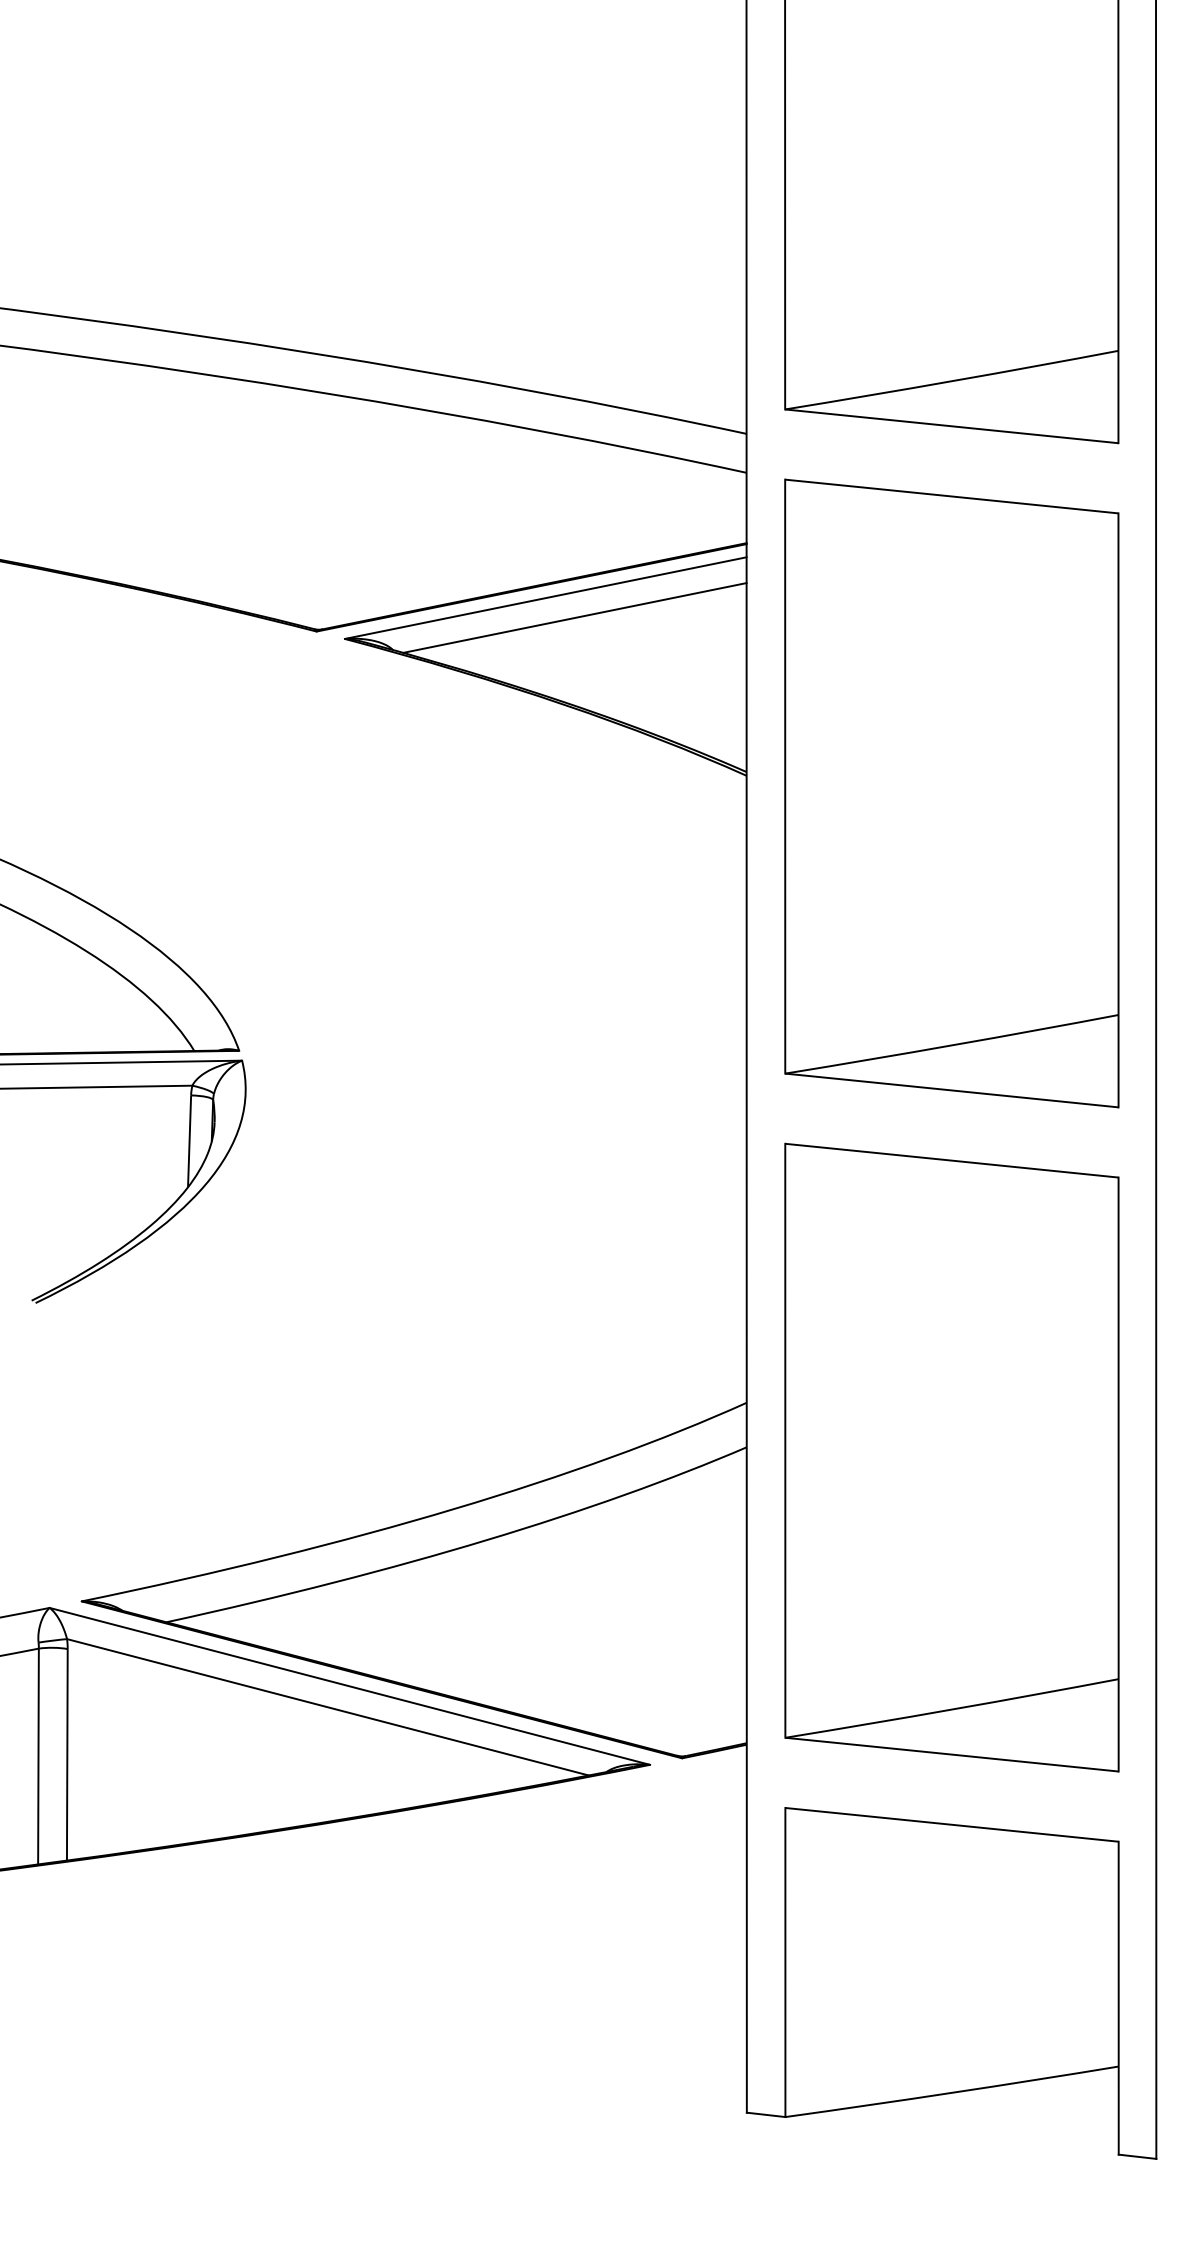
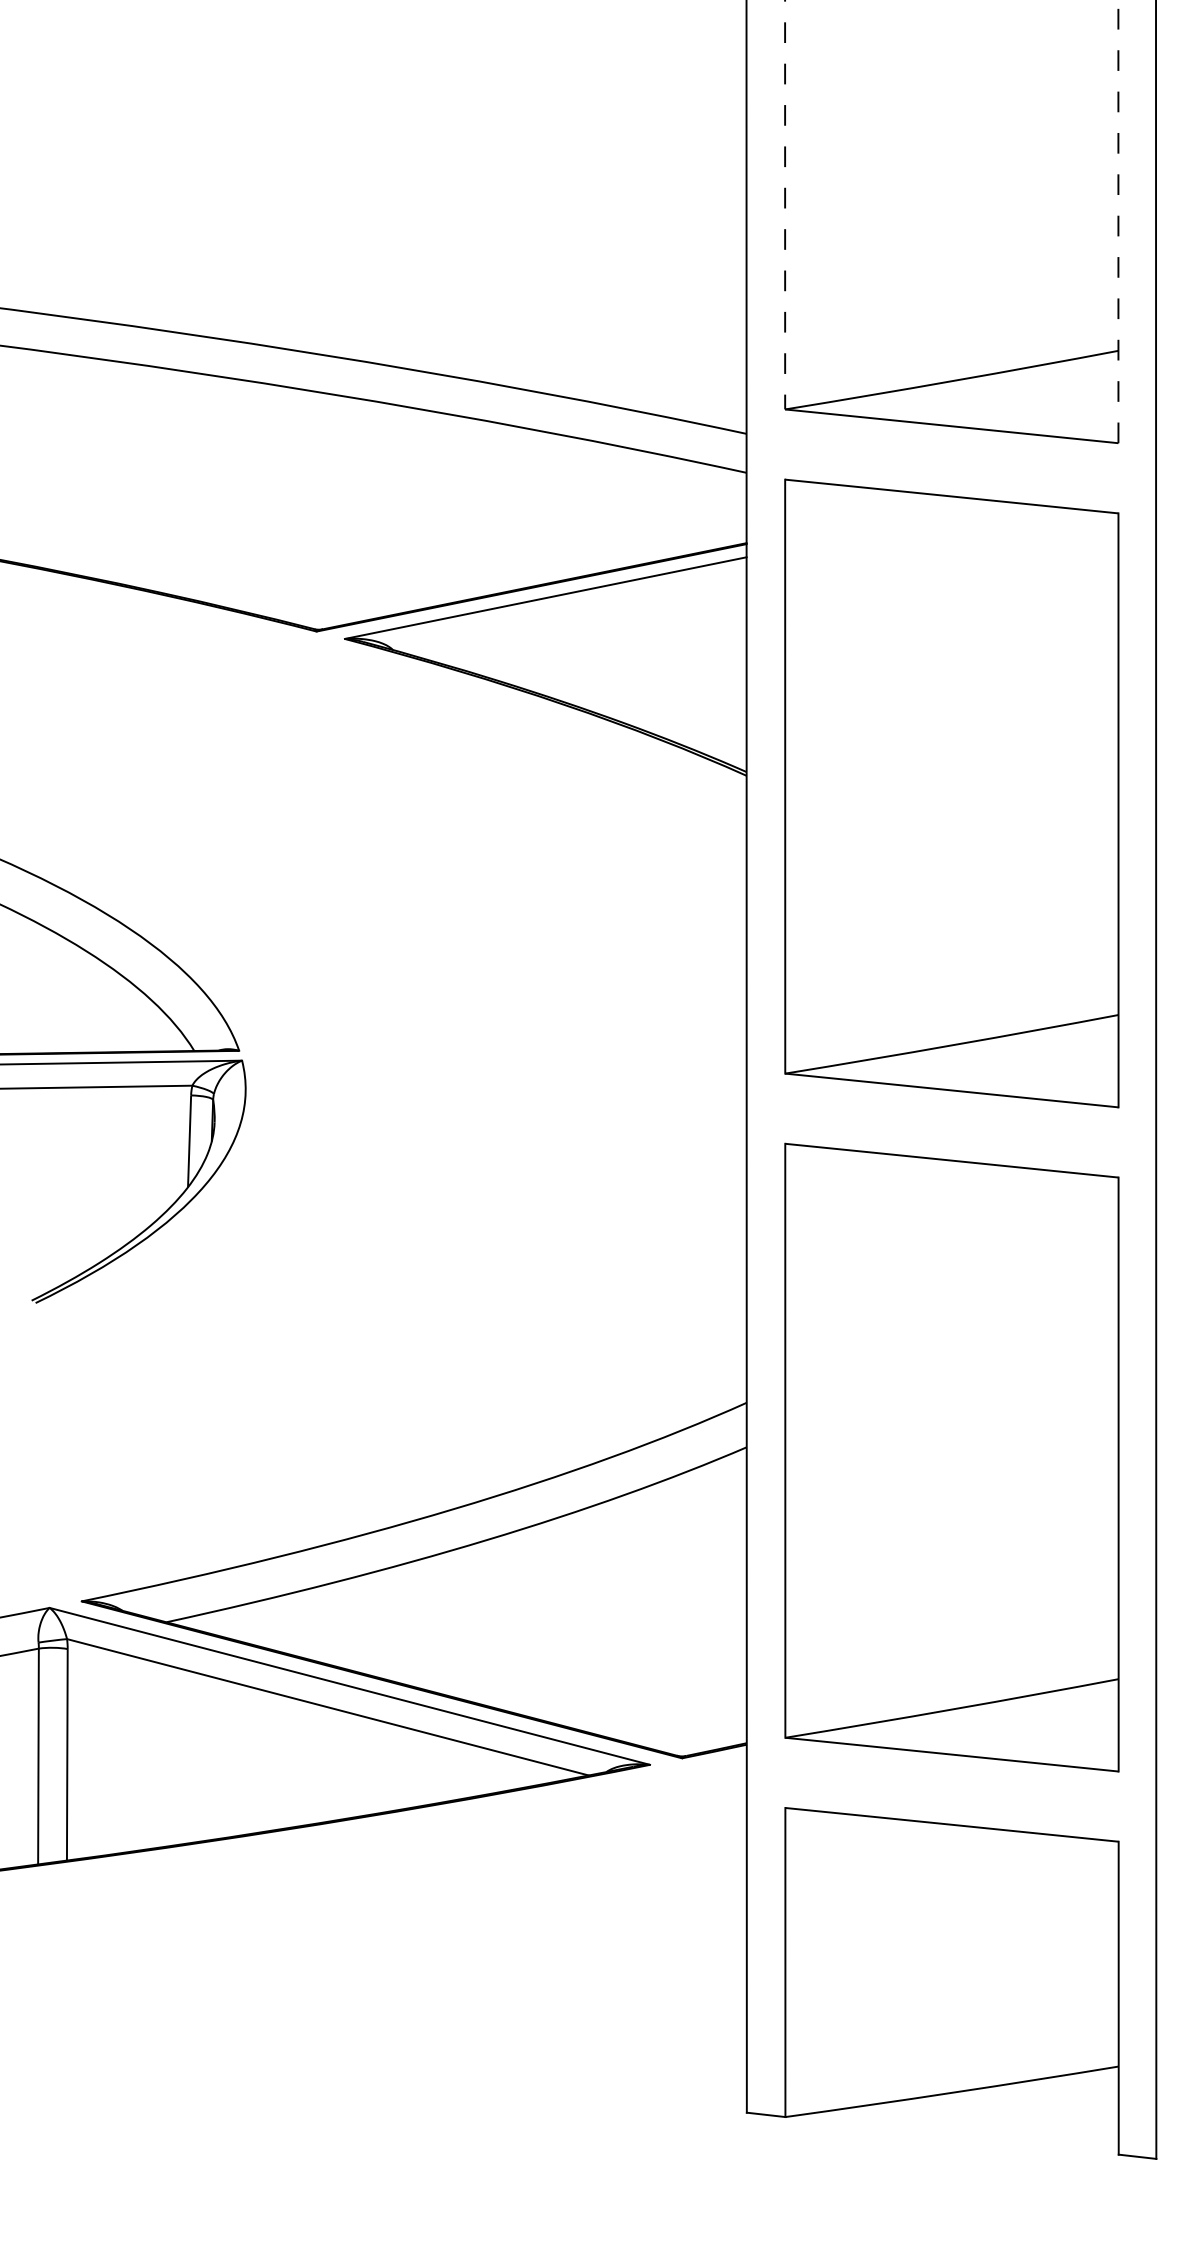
line at (785, 205): solid -> dashed
line at (1118, 221): solid -> dashed
line at (574, 617): present -> none
